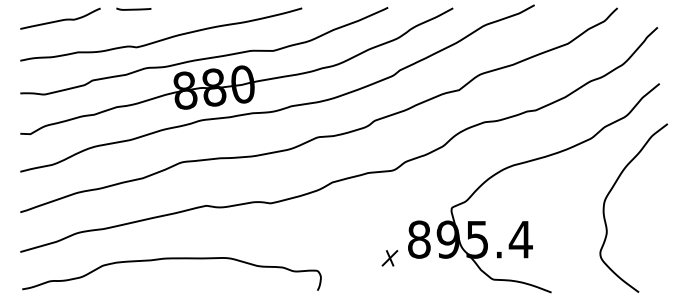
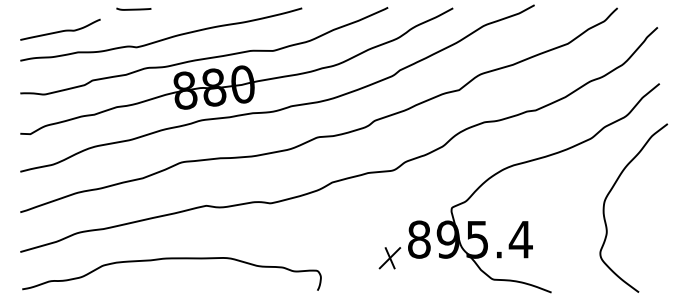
curve at (60, 19) position: (60, 19) -> (60, 30)
part at (389, 258) size: 18x17 px -> 24x23 px
